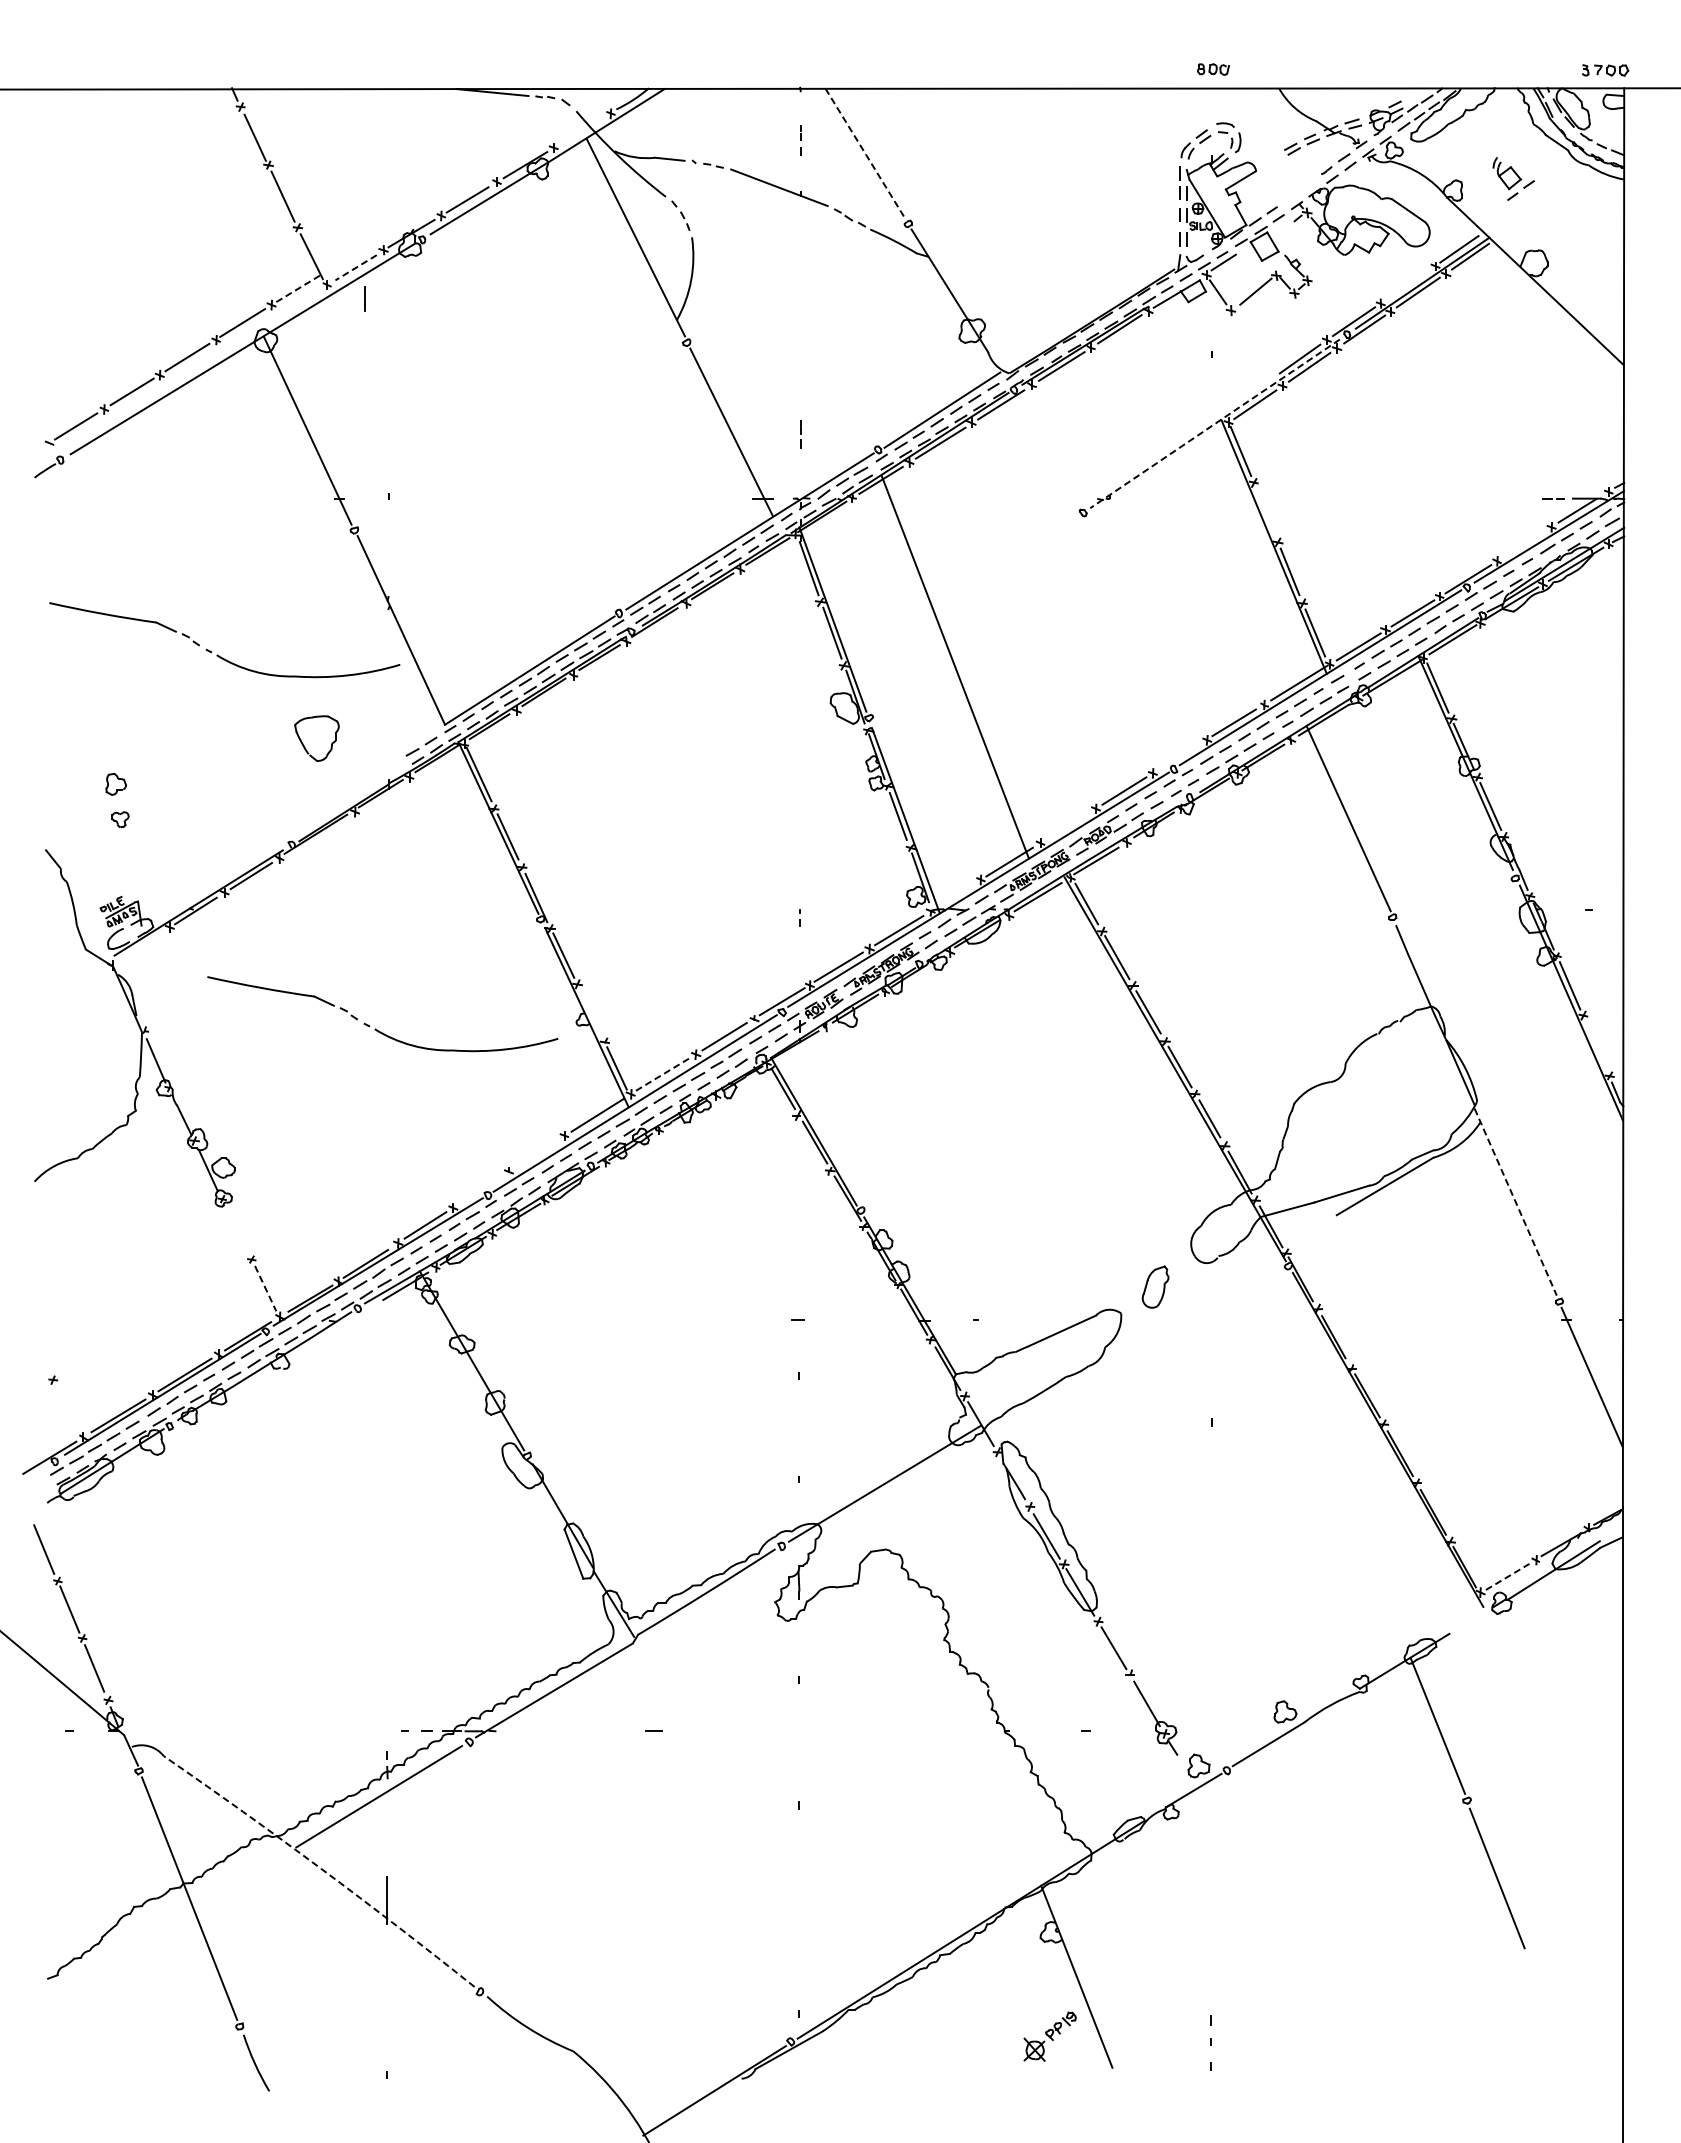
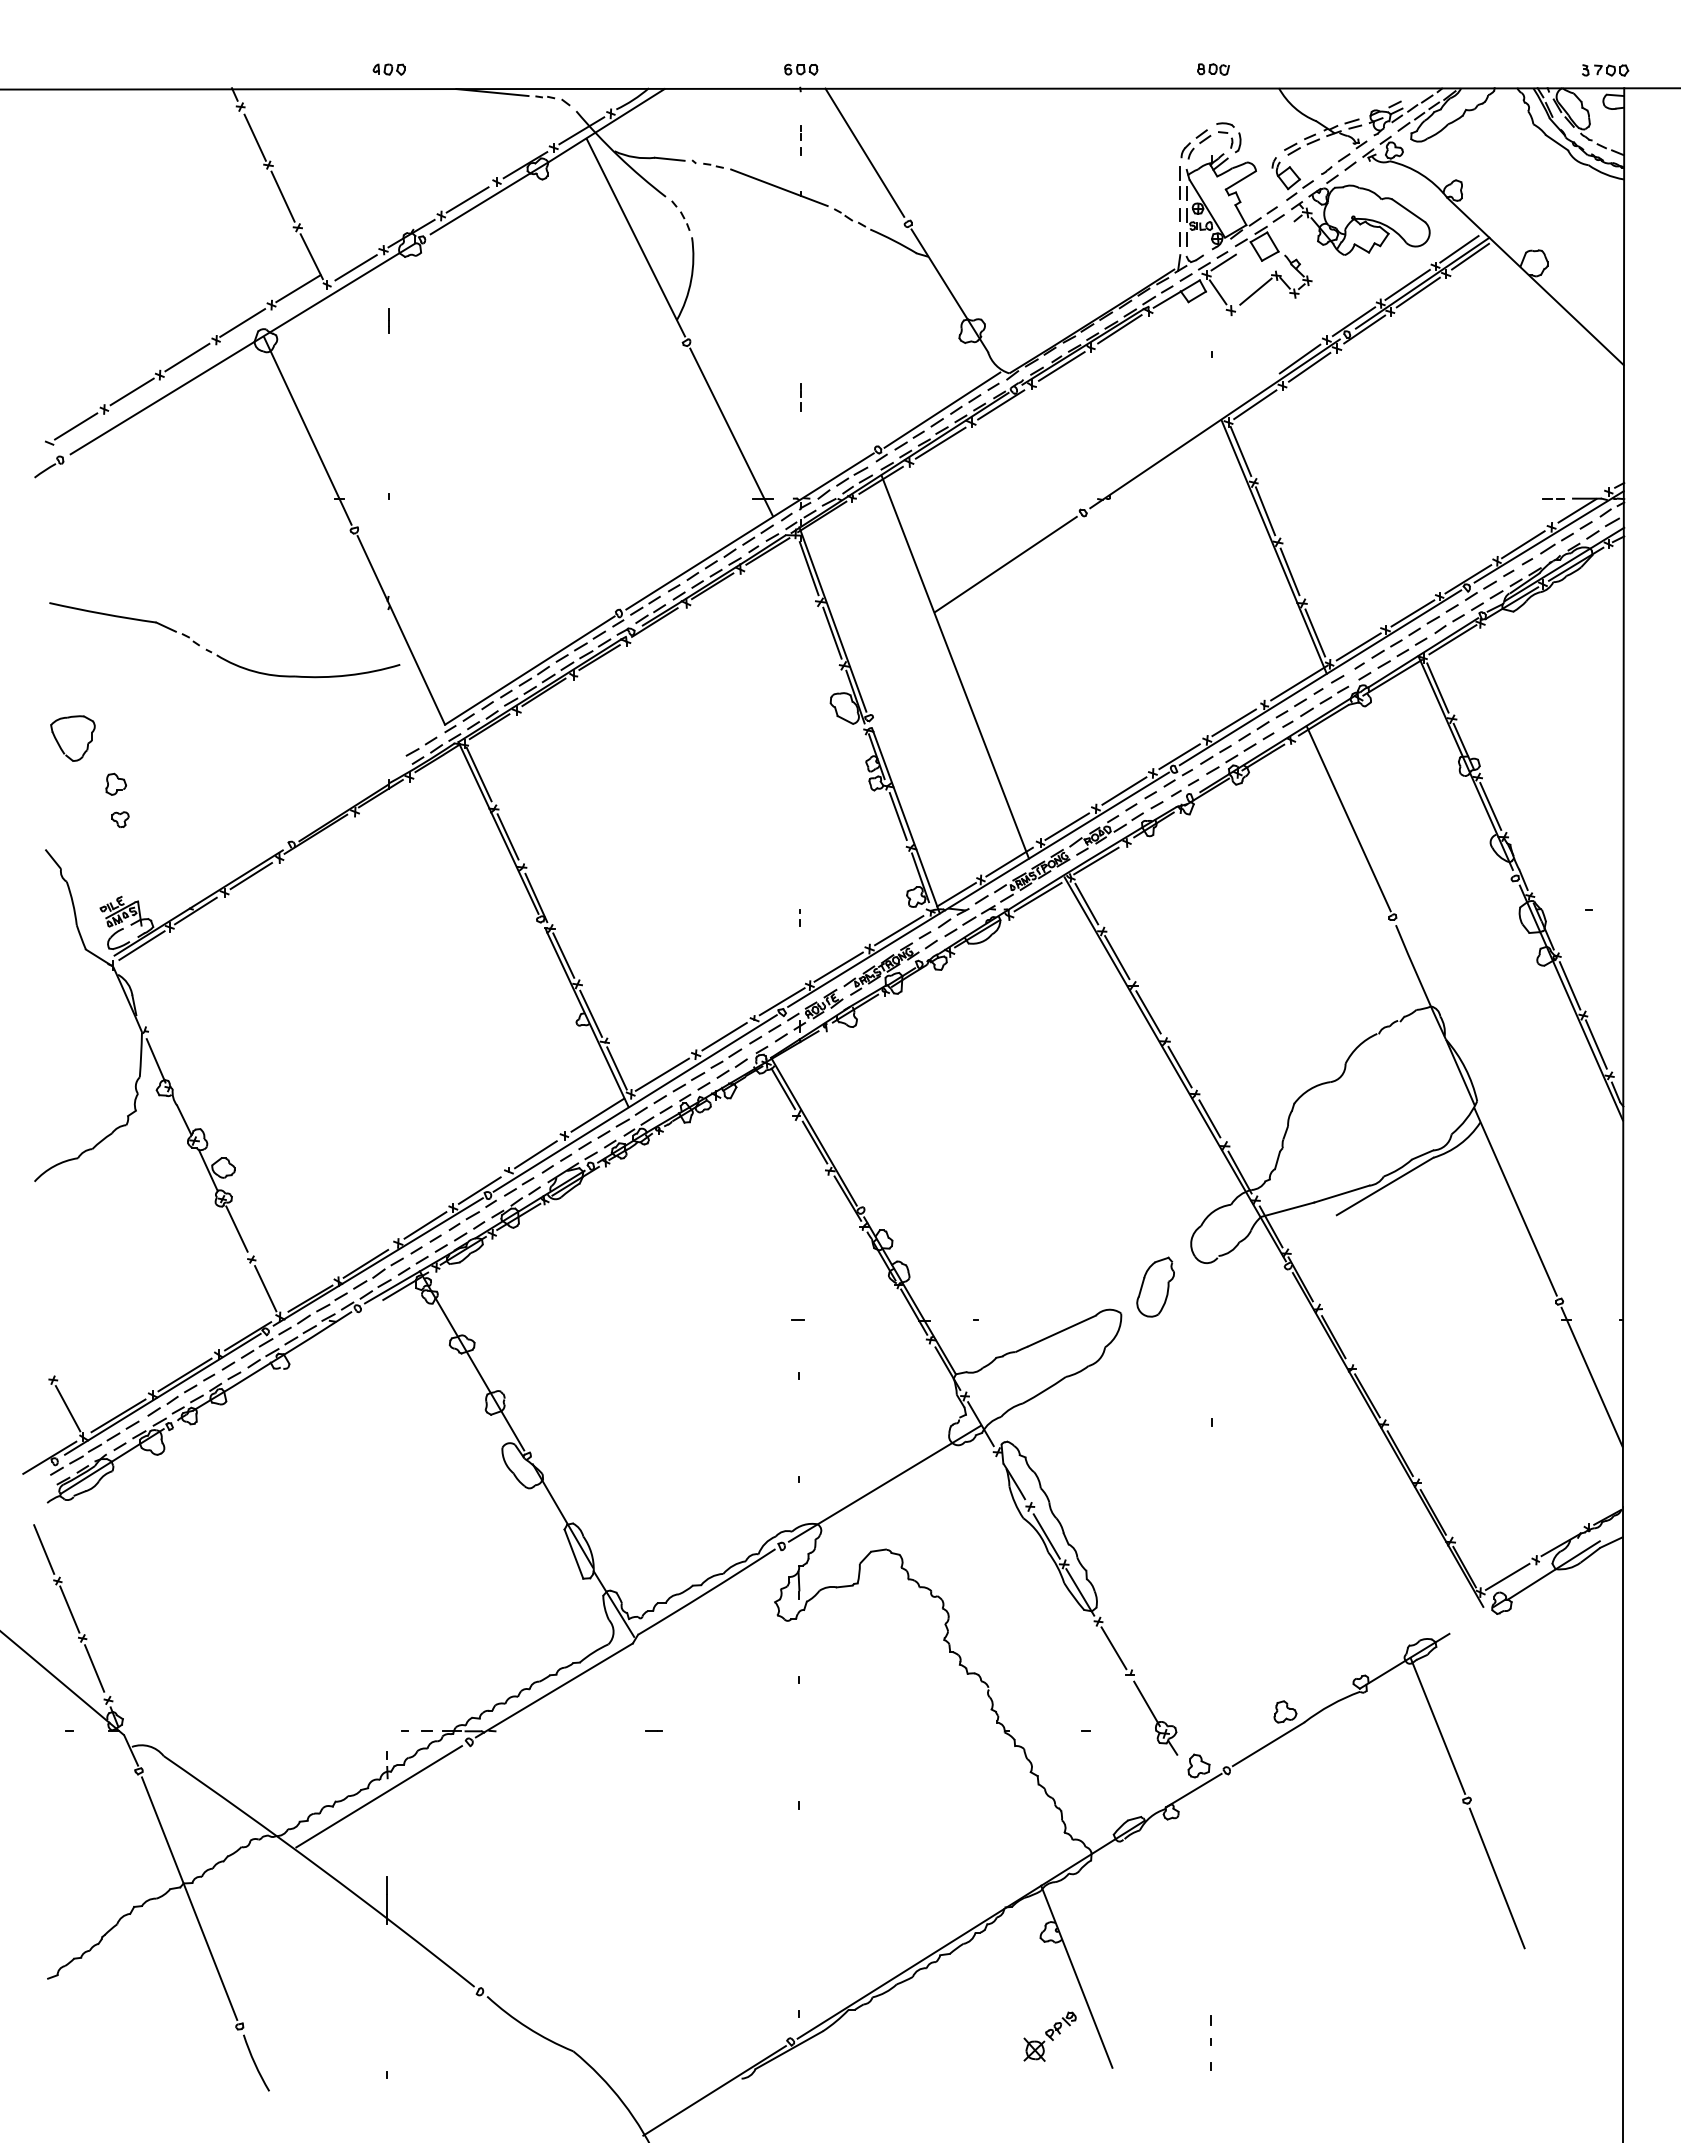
part at (388, 69): none -> present
part at (801, 69): none -> present
line at (581, 130): none -> present
line at (865, 153): dashed -> solid
part at (1513, 178) position: (1513, 178) -> (1292, 178)
line at (355, 268): dashed -> solid
line at (1407, 284): none -> present
line at (298, 288): dashed -> solid
line at (364, 298) position: (364, 298) -> (388, 320)
line at (1215, 423): dashed -> solid
line at (800, 434) position: (800, 434) -> (800, 397)
line at (1265, 511): none -> present
line at (1523, 544): none -> present
line at (1005, 564): none -> present
part at (316, 738) position: (316, 738) -> (72, 738)
line at (1179, 756): none -> present
line at (1066, 826): none -> present
line at (956, 894): none -> present
line at (141, 945): none -> present
line at (591, 1013): none -> present
part at (375, 1028): present -> none
line at (1595, 1044): none -> present
line at (662, 1075): dashed -> solid
line at (535, 1154): none -> present
line at (479, 1190): none -> present
line at (1515, 1202): dashed -> solid
line at (236, 1228): none -> present
part at (1155, 1286) size: 29x44 px -> 39x62 px
line at (265, 1288): dashed -> solid
line at (67, 1408): none -> present
line at (1508, 1576): dashed -> solid
arc at (321, 1868): dashed -> solid
